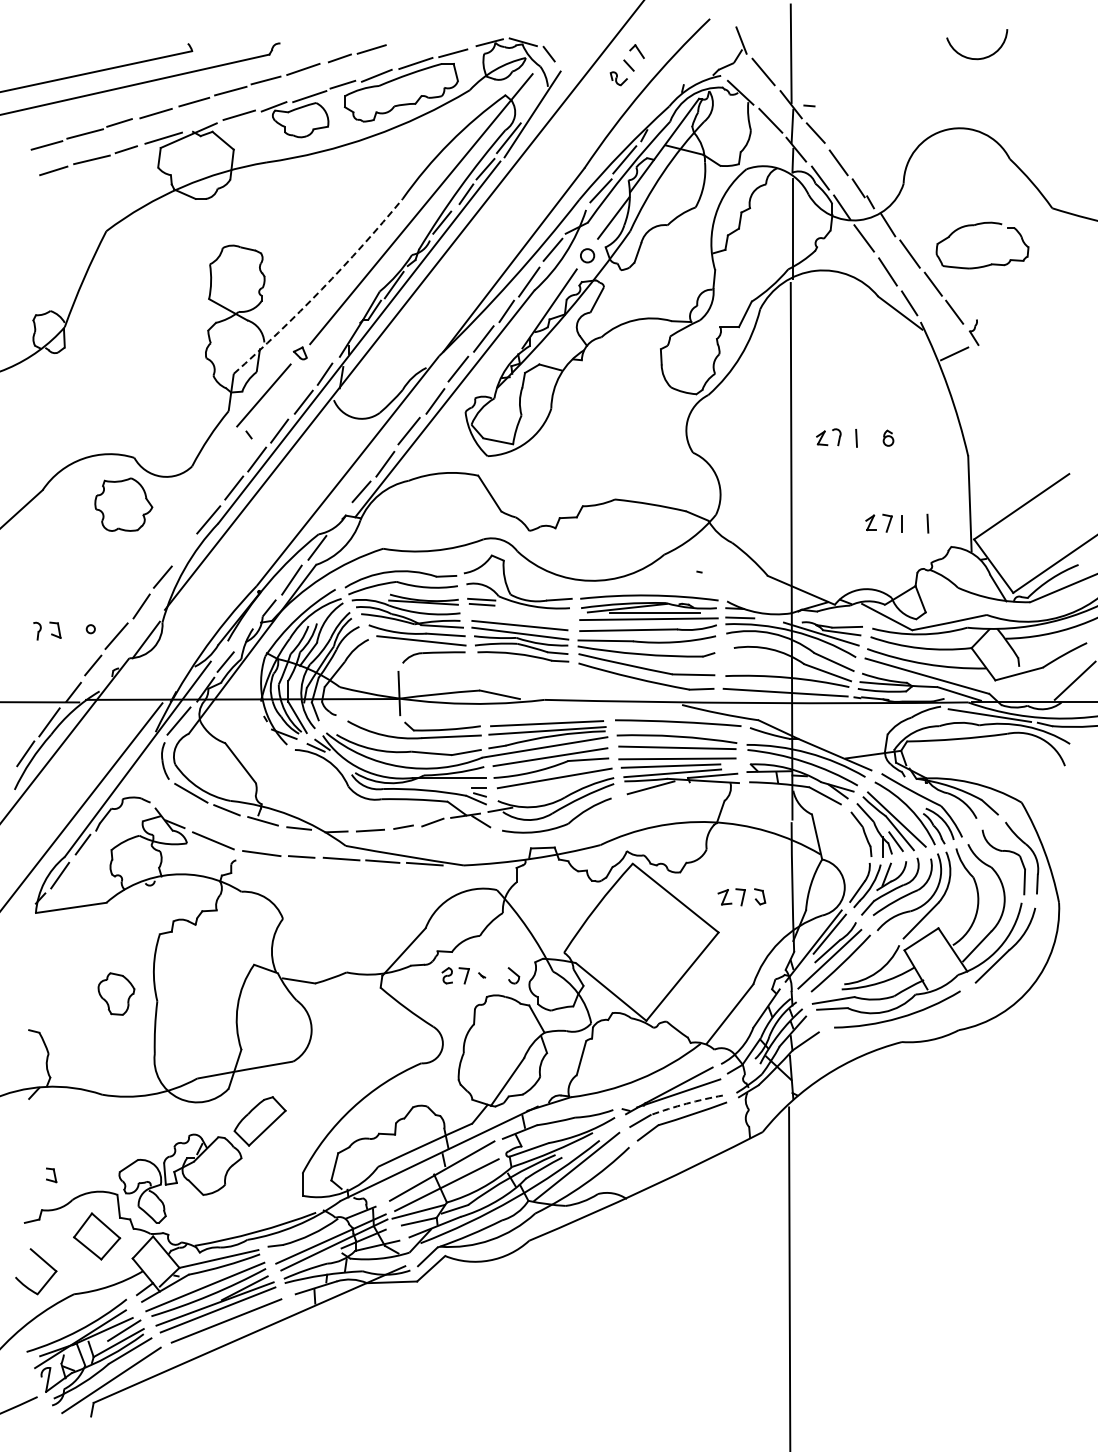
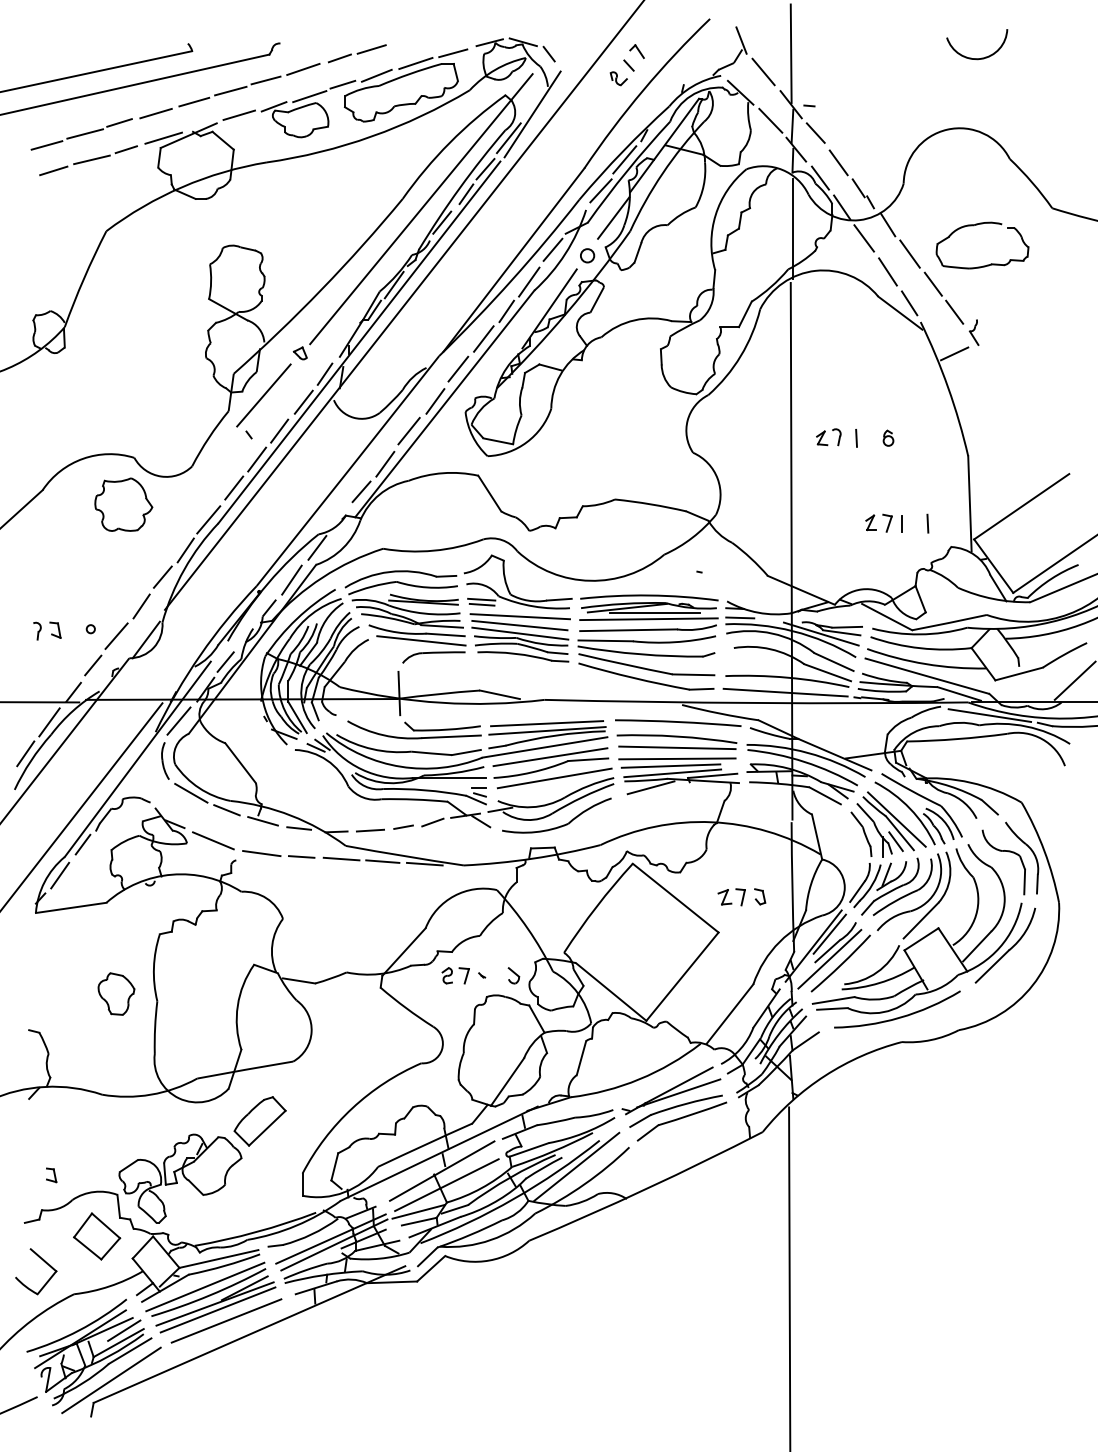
arc at (321, 289): dashed -> solid
line at (185, 550): none -> present
line at (520, 616): none -> present
arc at (686, 1103): dashed -> solid
